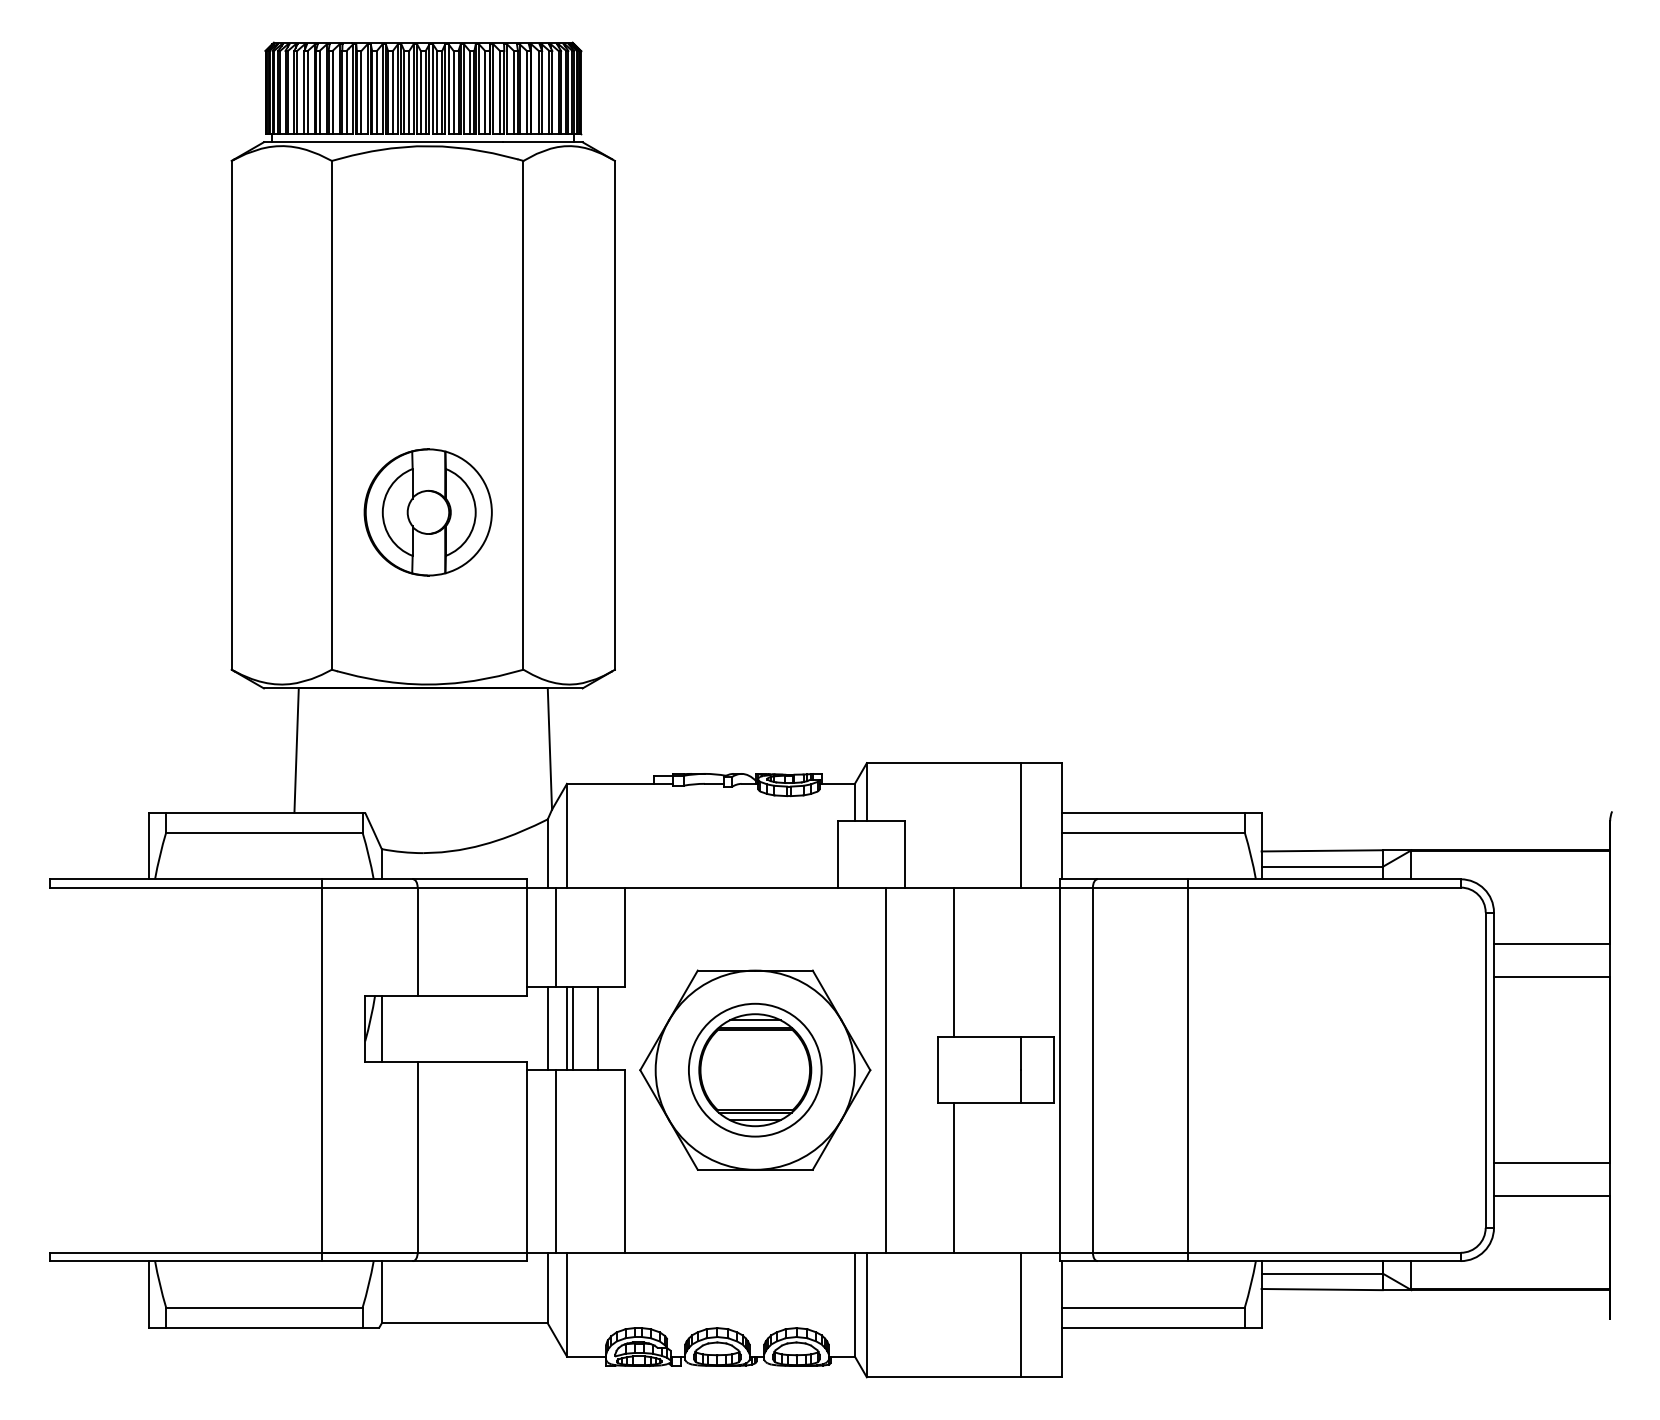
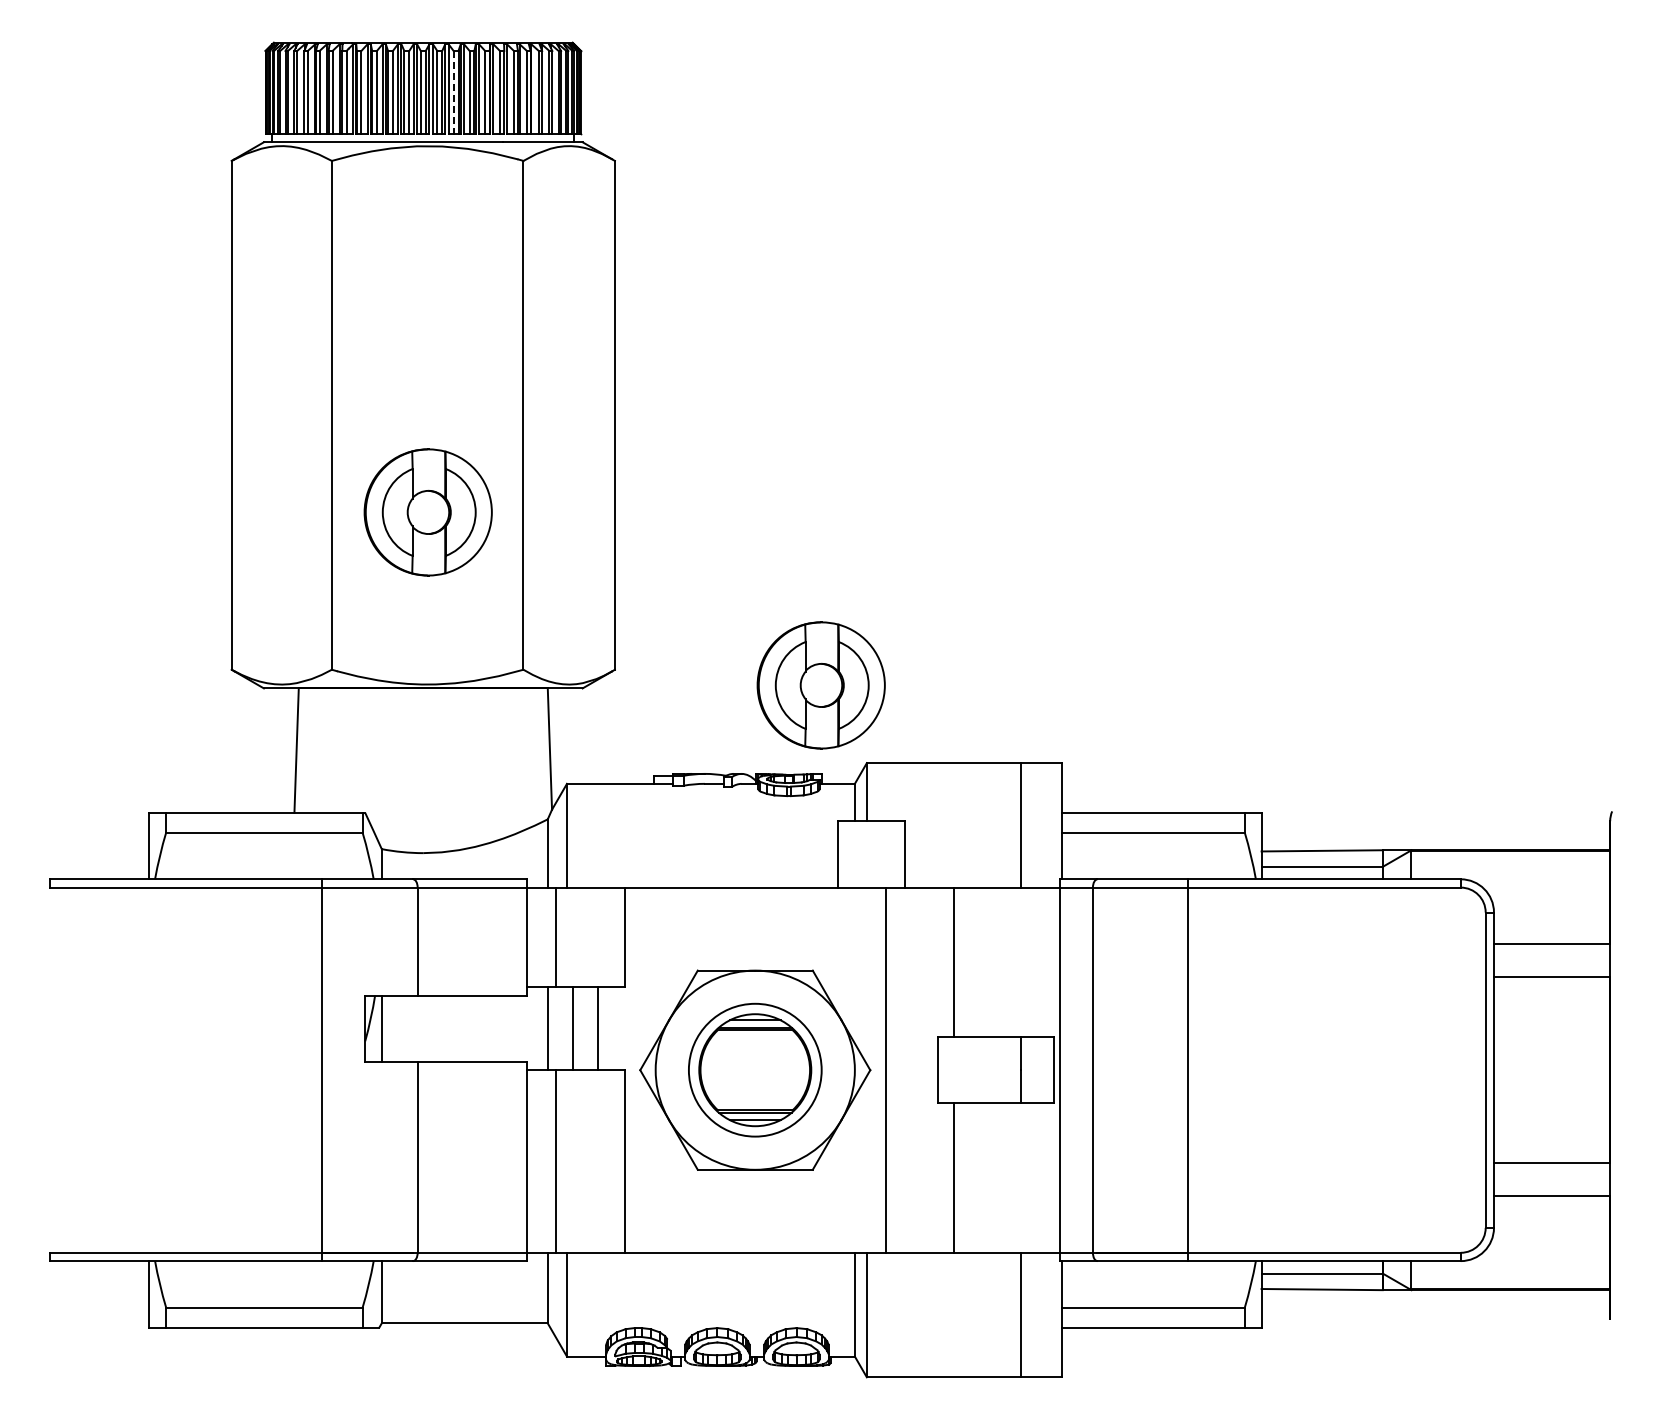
line at (453, 92): solid -> dashed
part at (820, 685): none -> present
line at (566, 1028): present -> none
